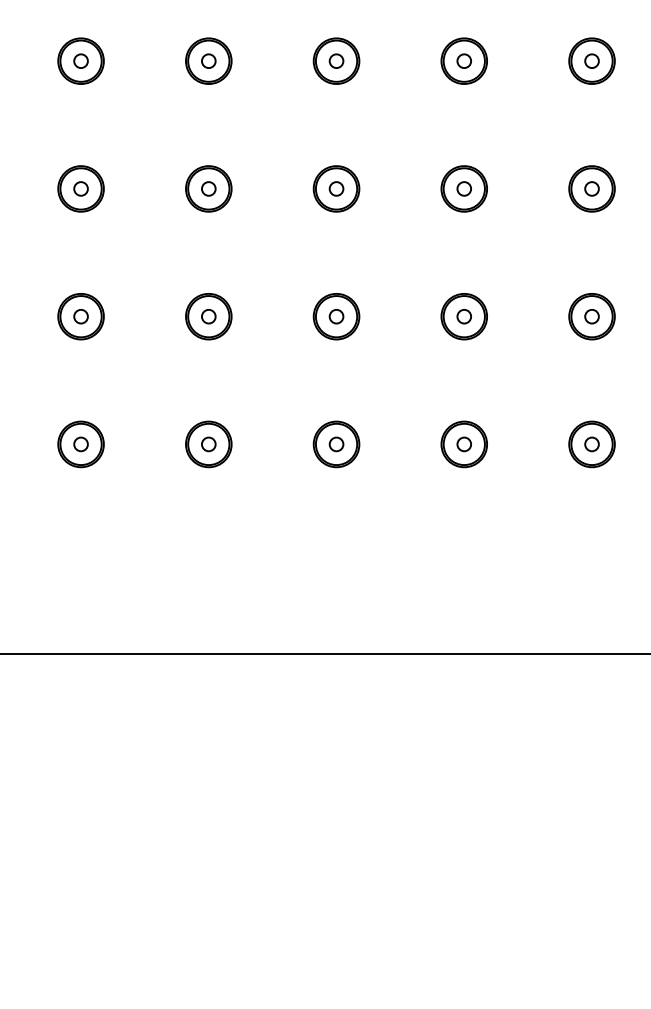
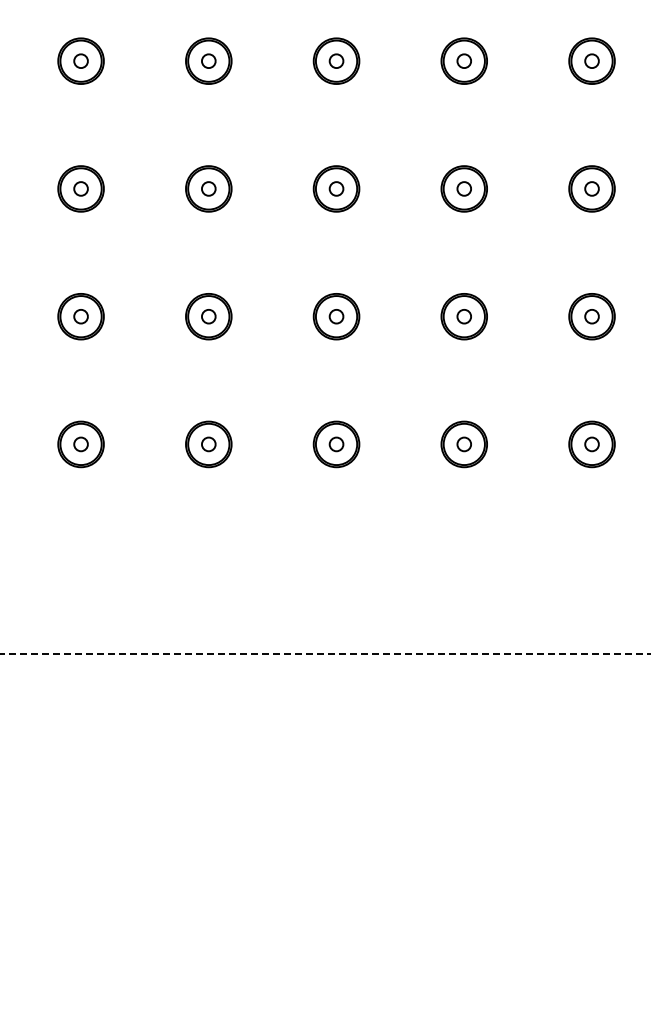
line at (325, 654): solid -> dashed
